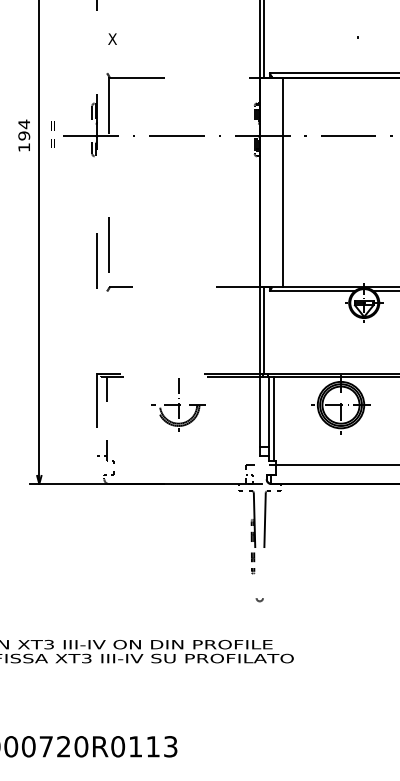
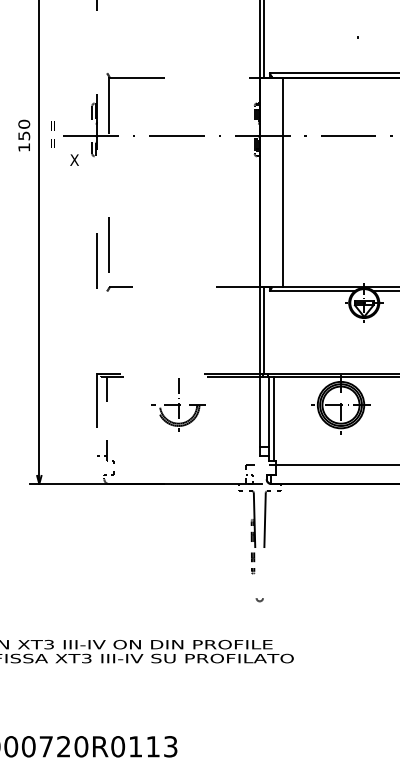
text at (112, 38) position: (112, 38) -> (74, 159)
text at (24, 129): 194 -> 150
